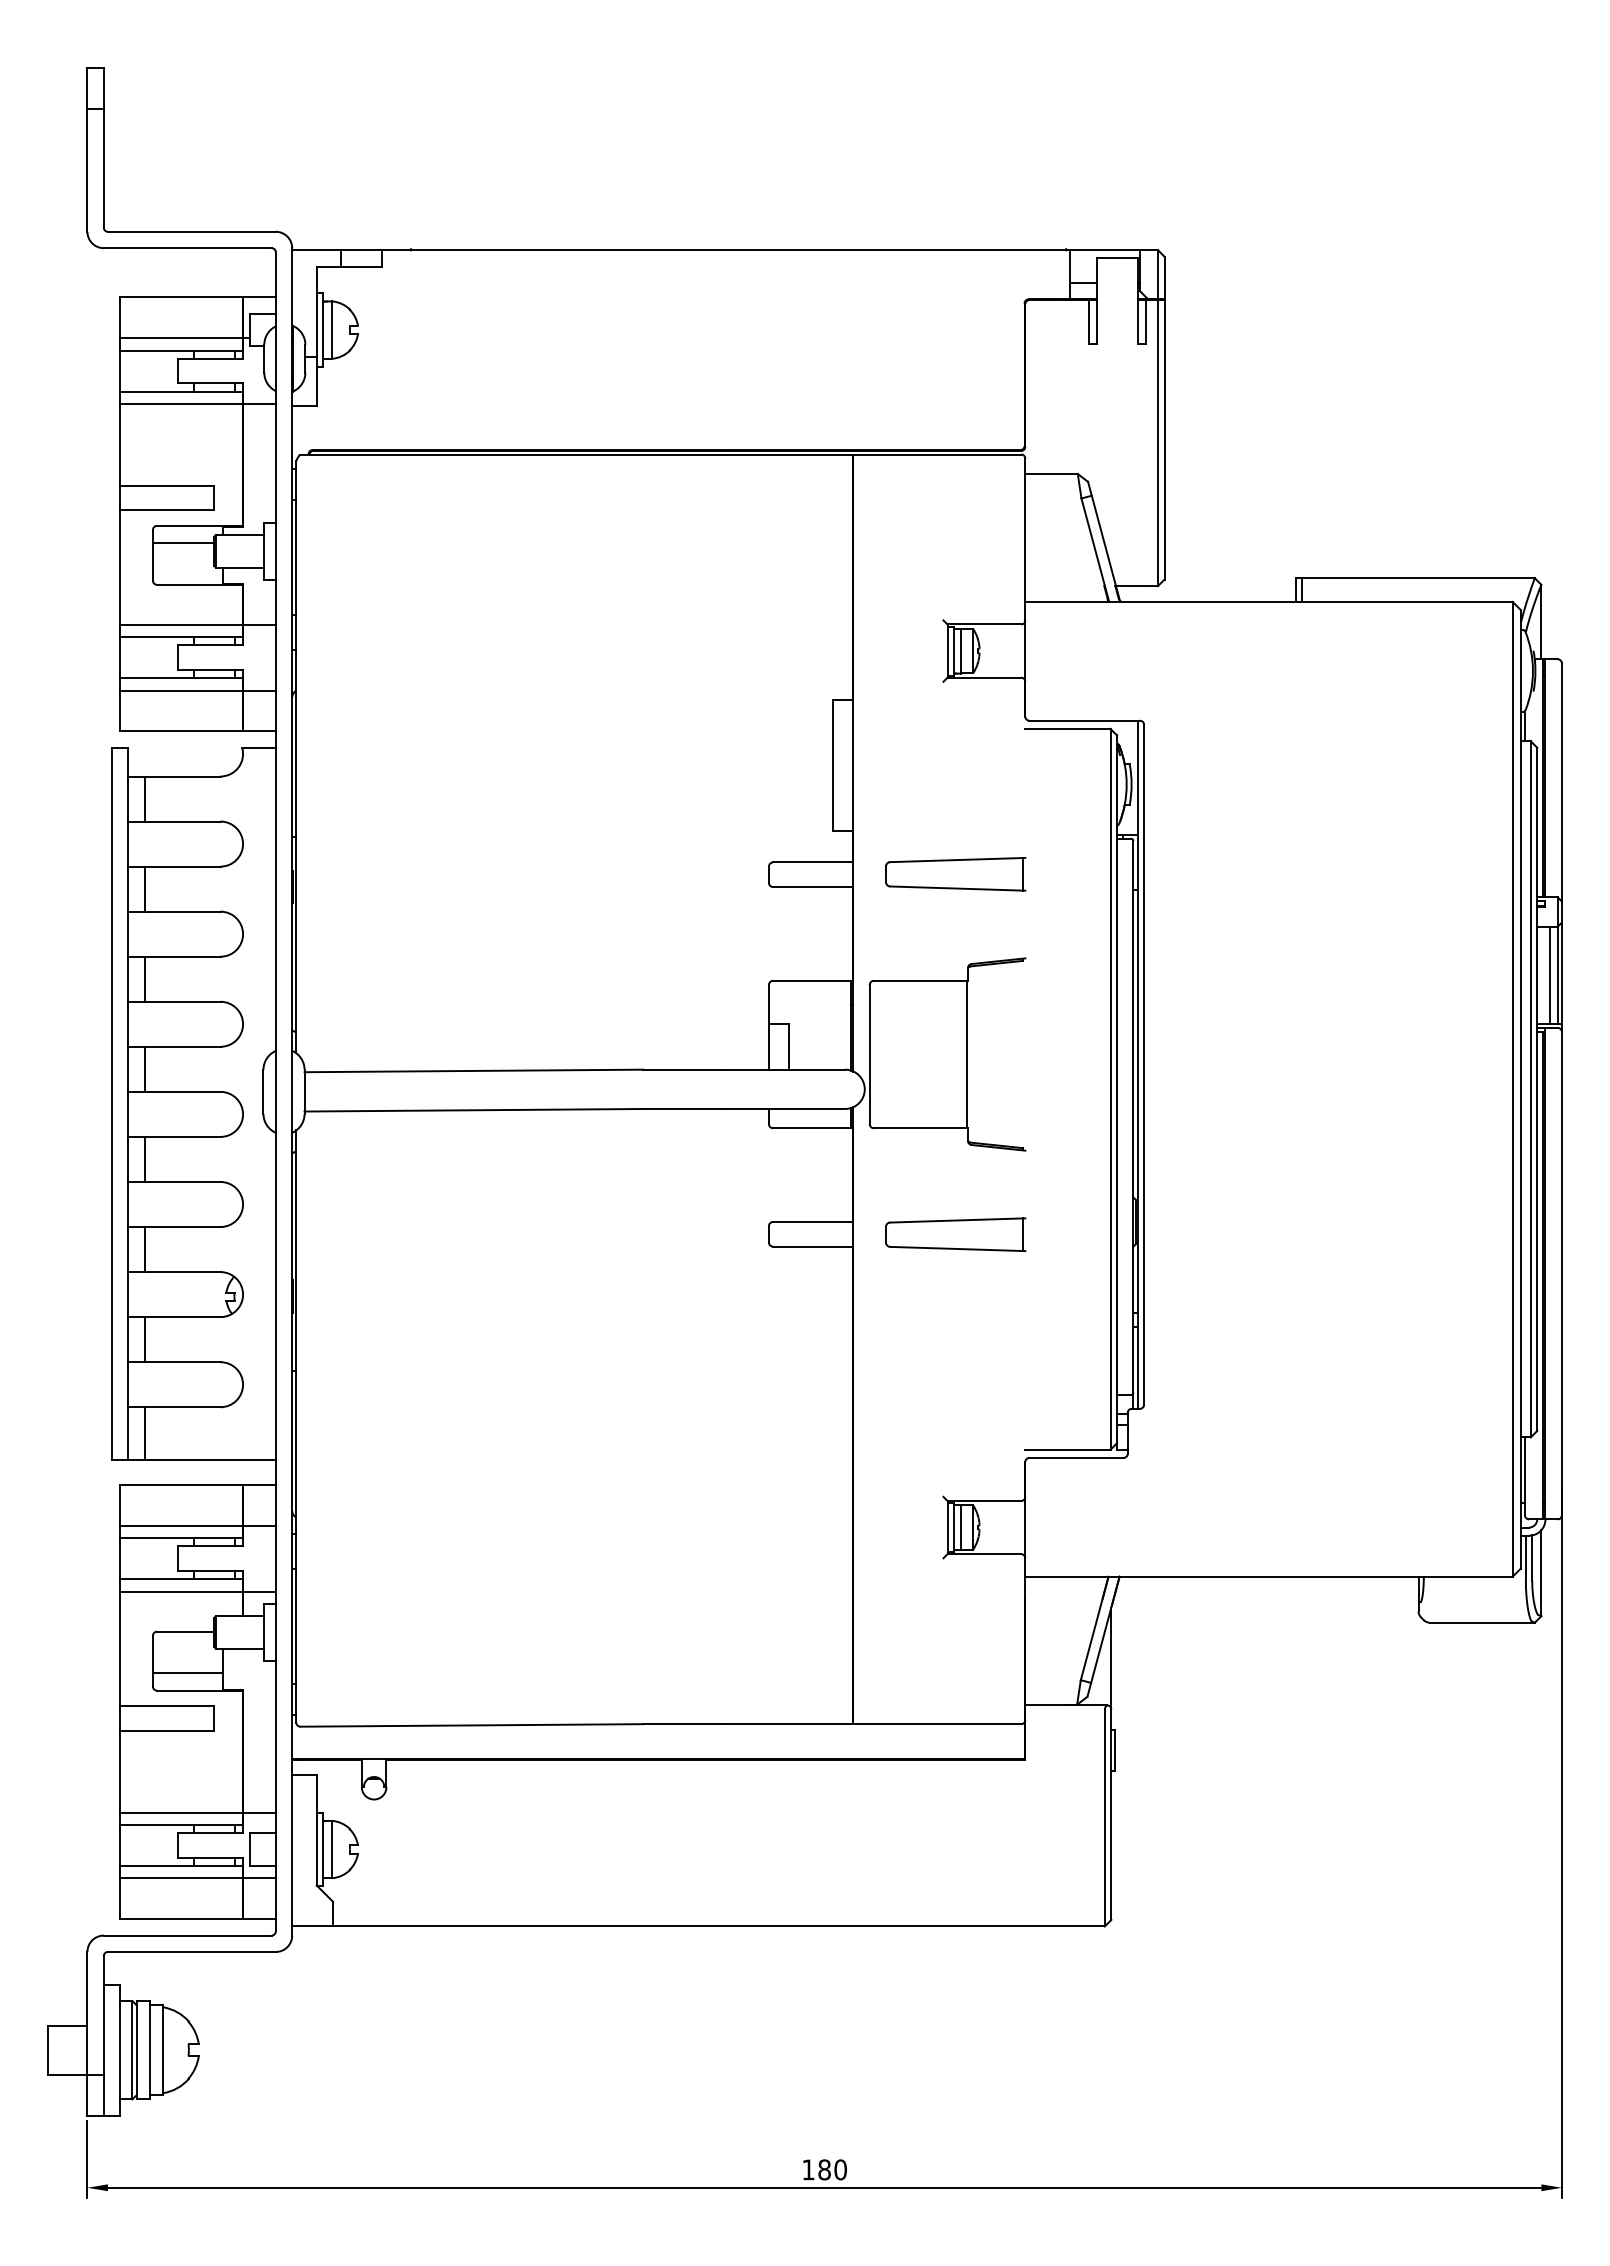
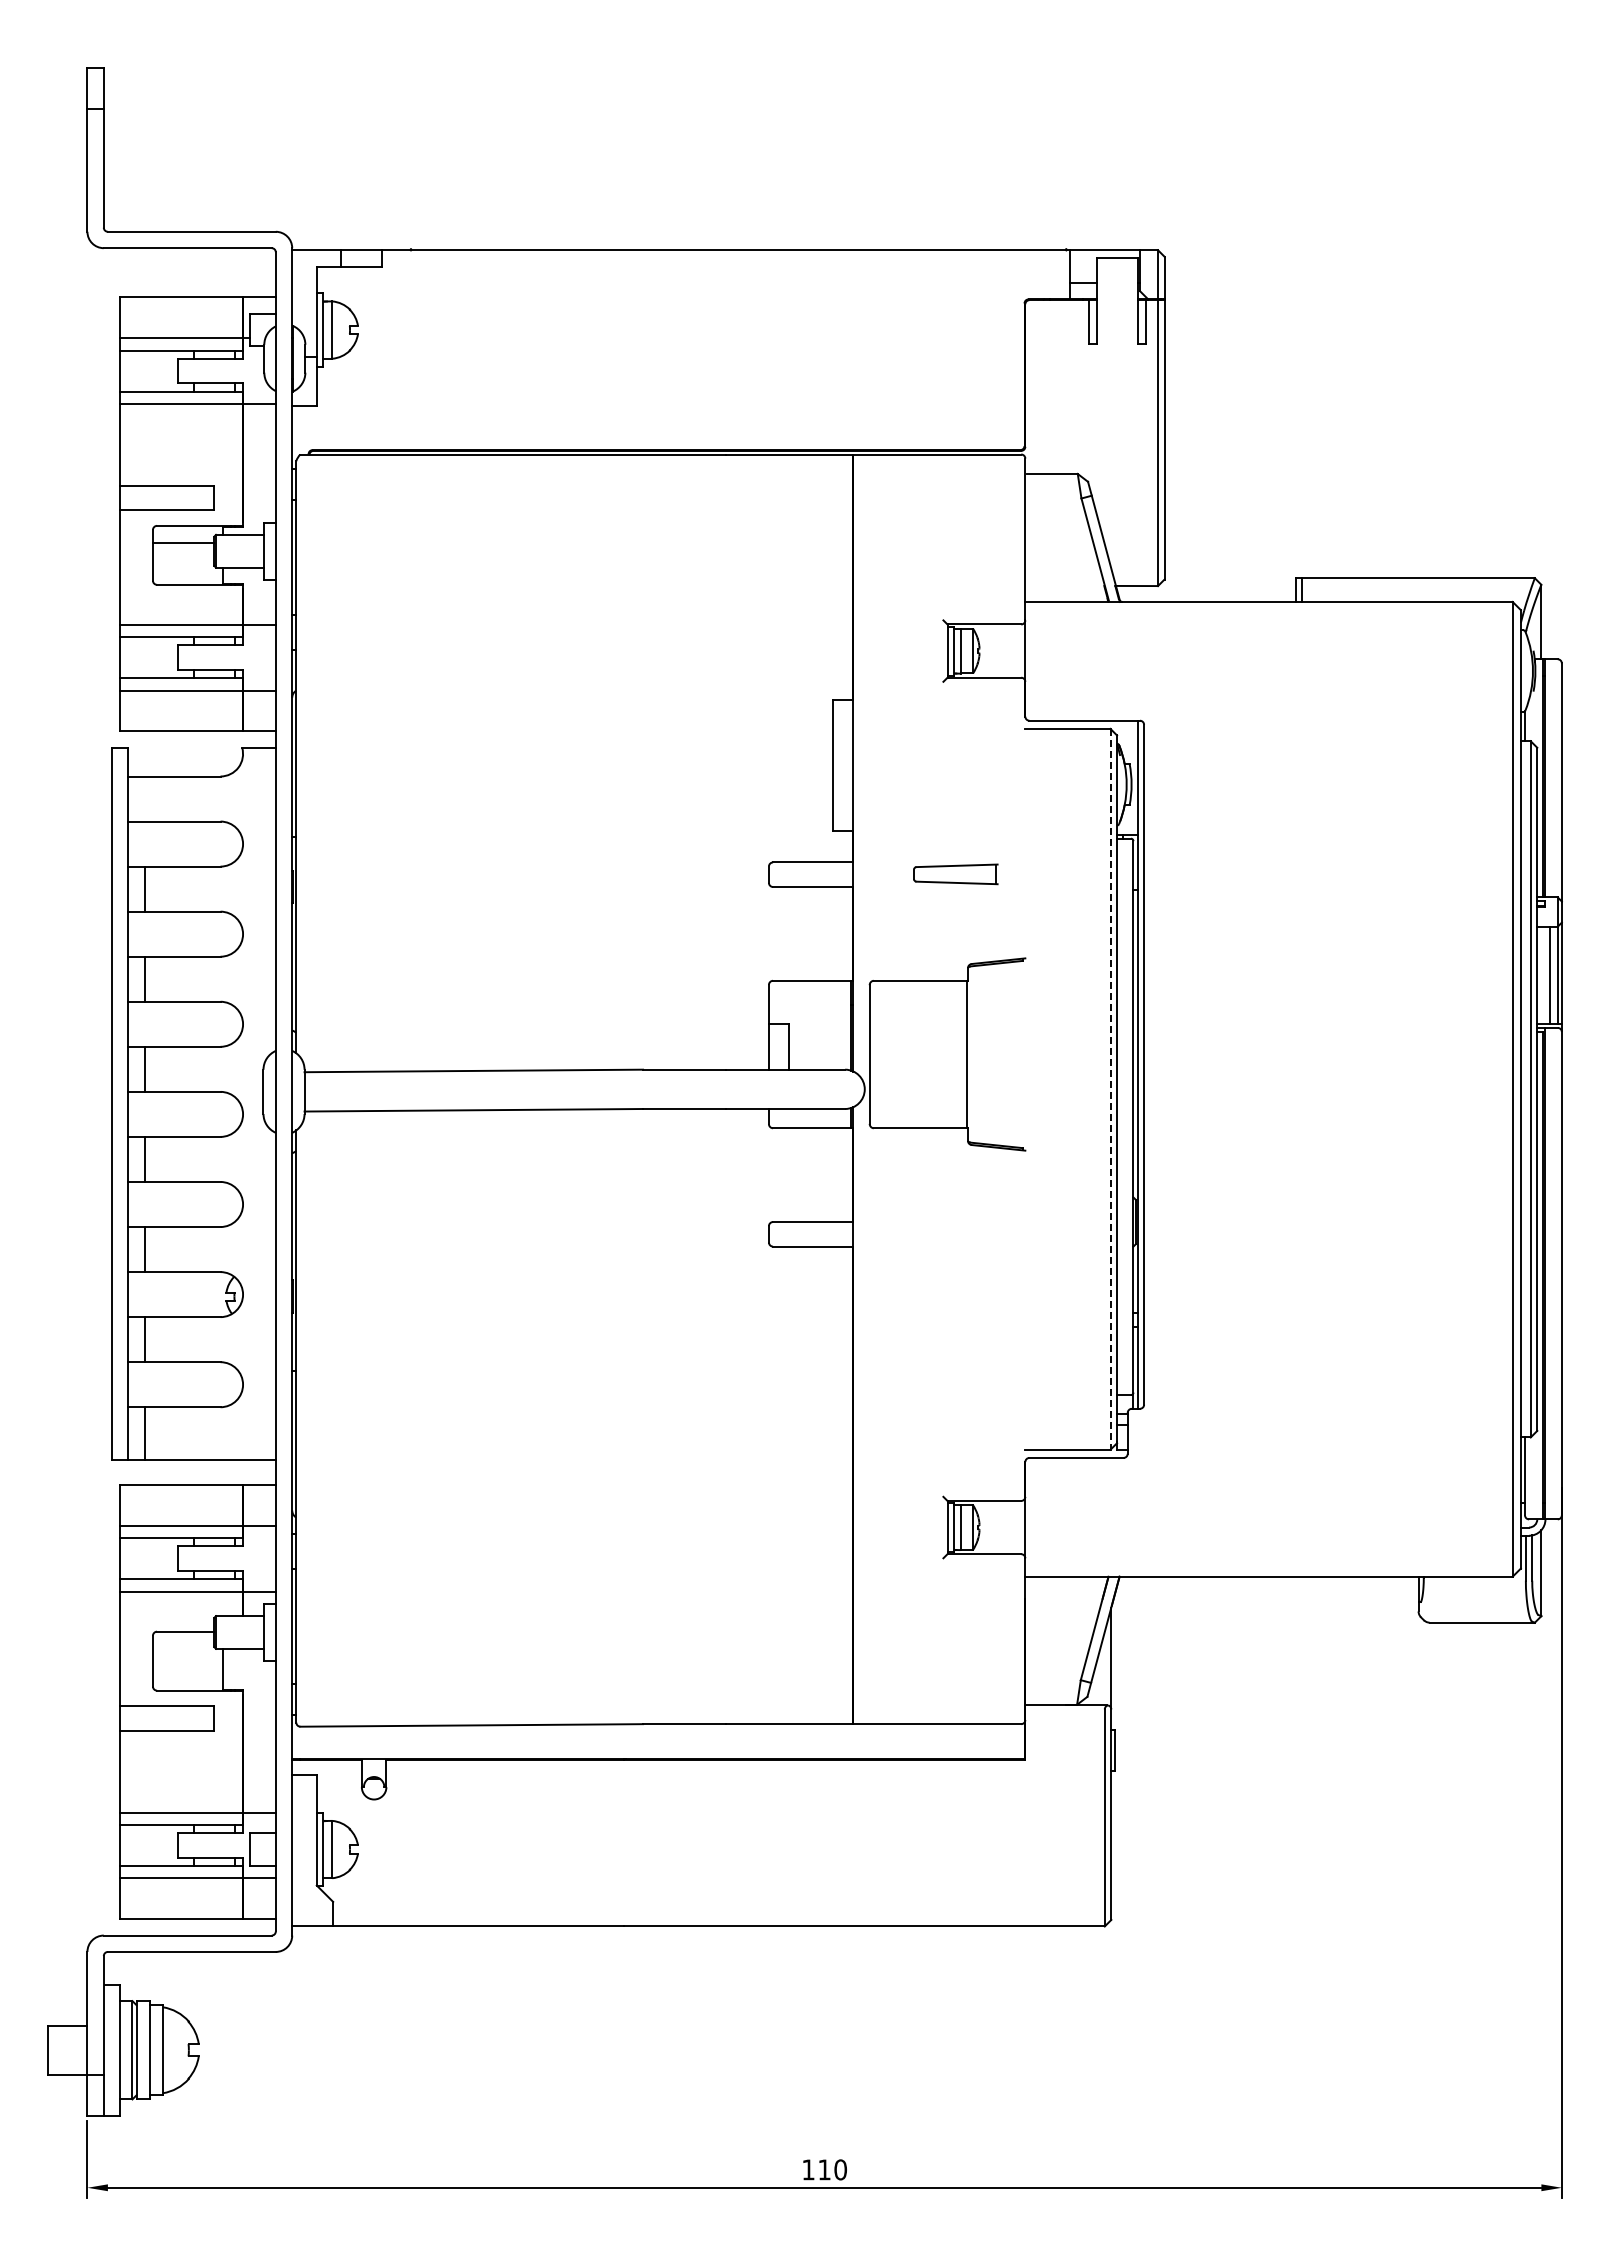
line at (144, 798): present -> none
part at (955, 874) size: 142x35 px -> 86x23 px
line at (1110, 1089): solid -> dashed
part at (955, 1234): present -> none
line at (187, 1673): present -> none
text at (824, 2169): 180 -> 110
